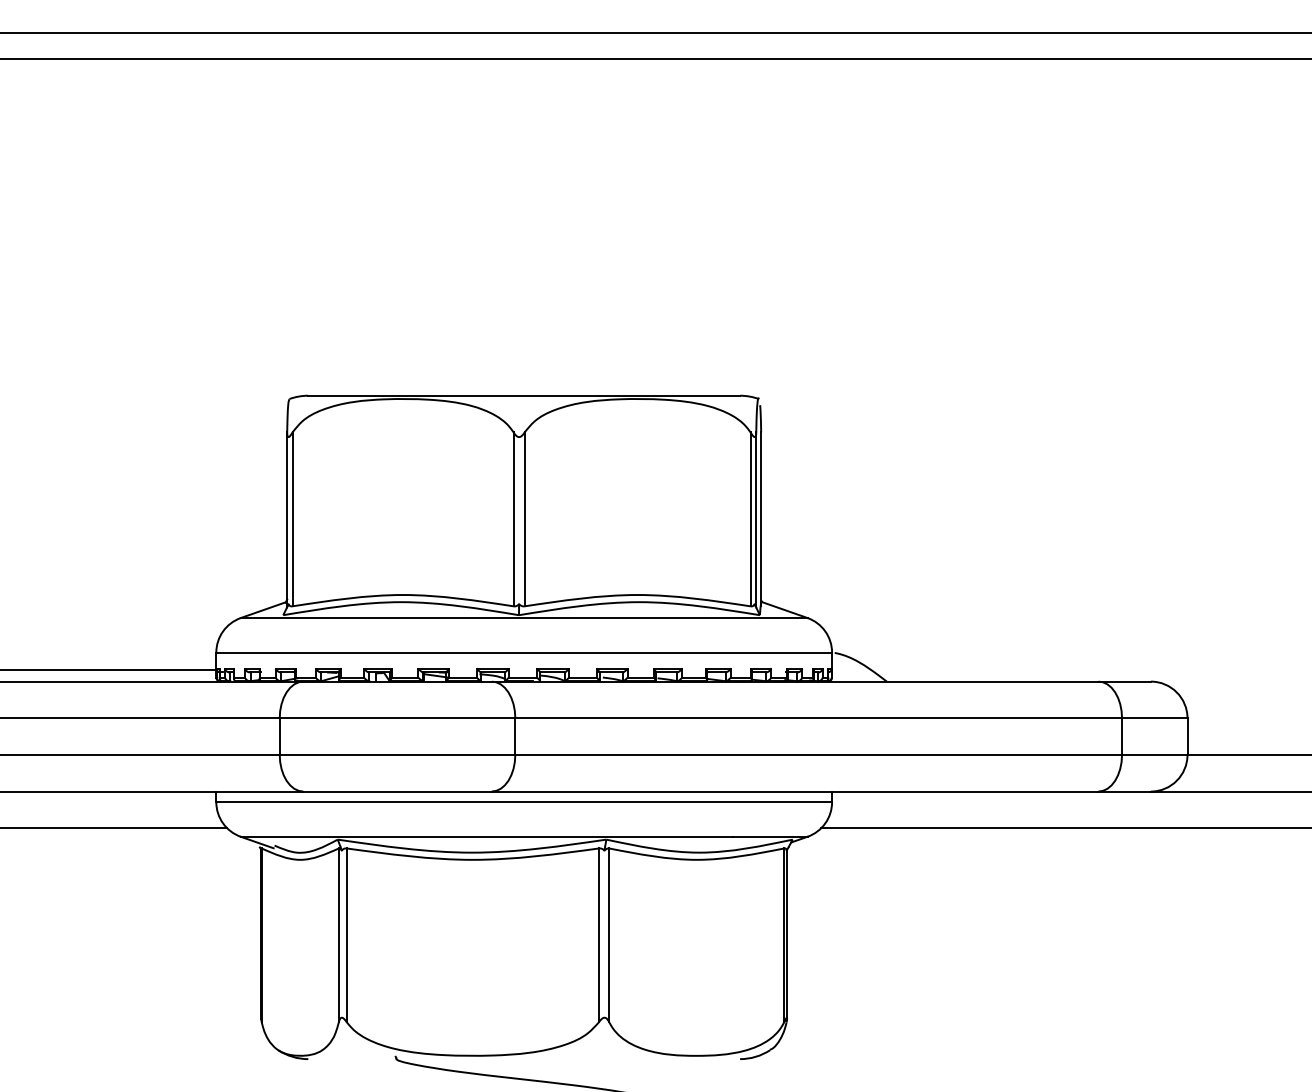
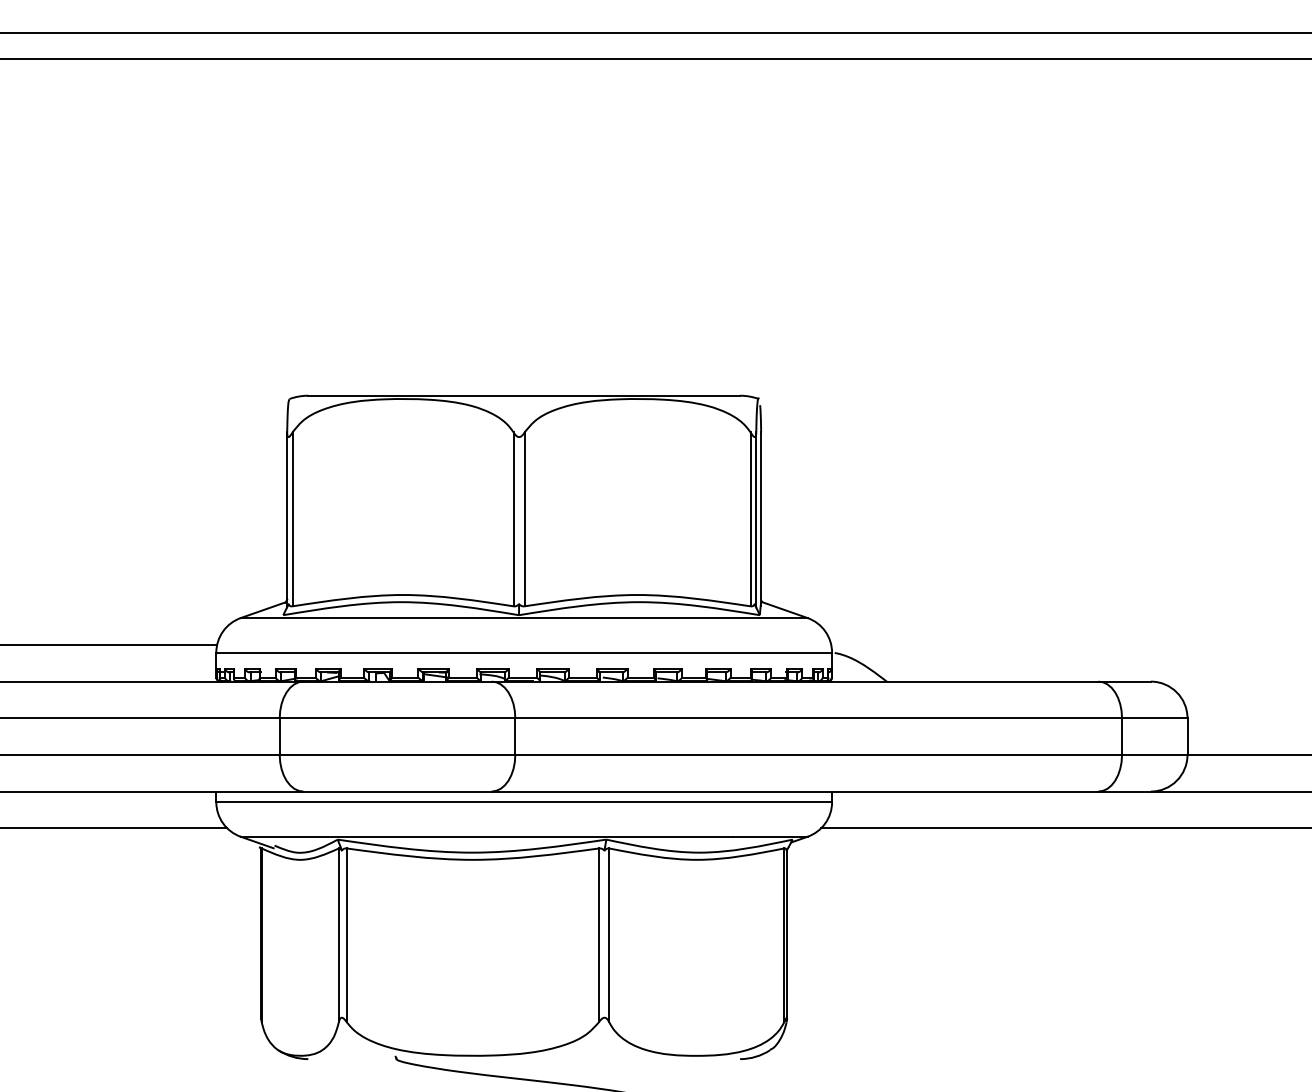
line at (109, 669) position: (109, 669) -> (109, 644)
